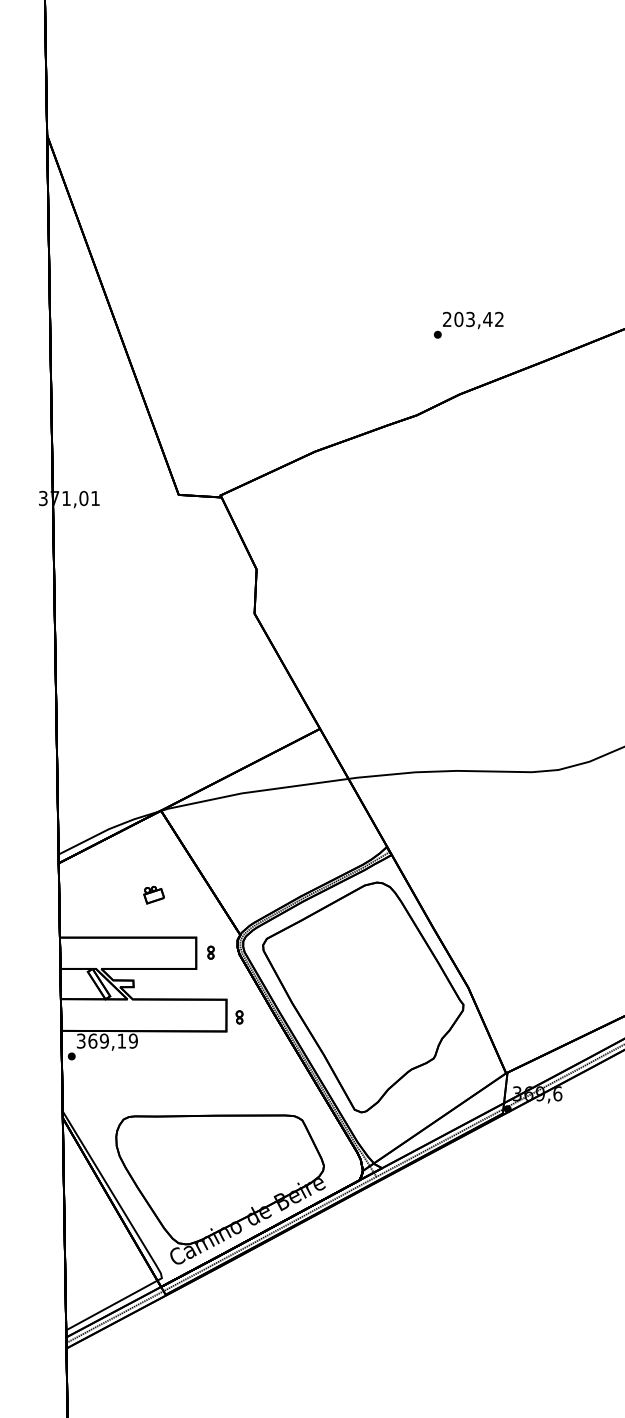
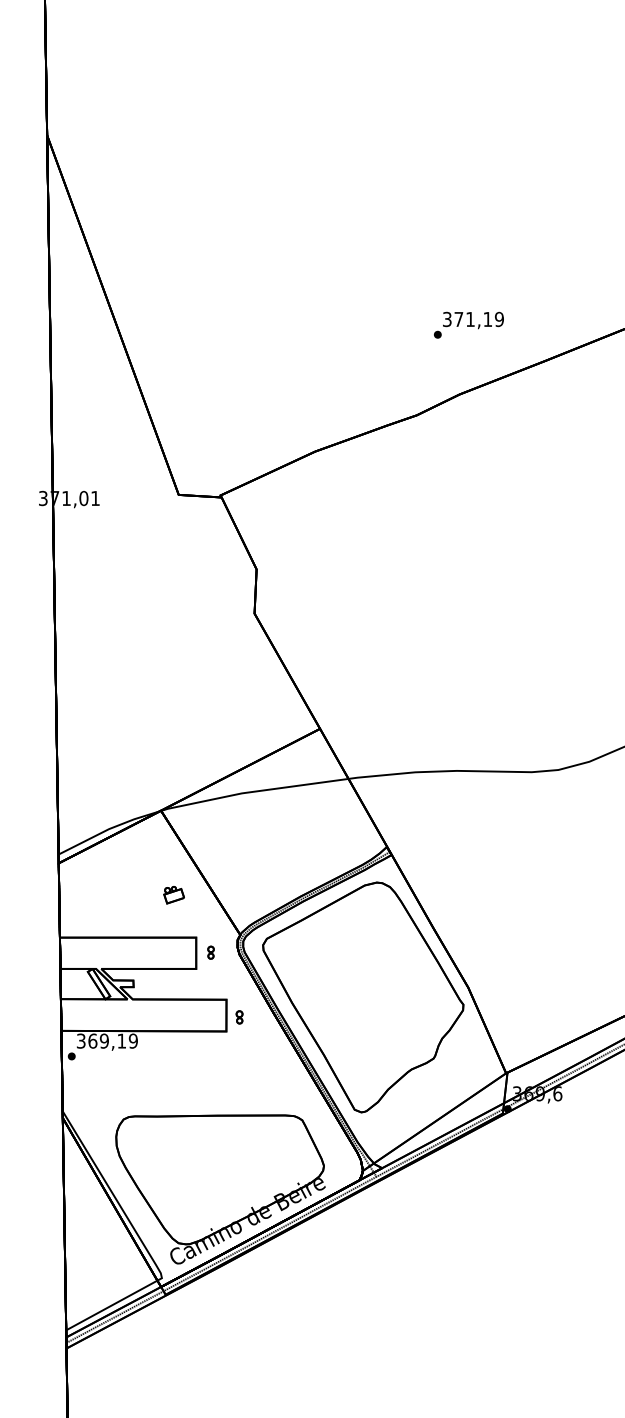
text at (473, 319): 203,42 -> 371,19
part at (153, 895) position: (153, 895) -> (173, 895)
